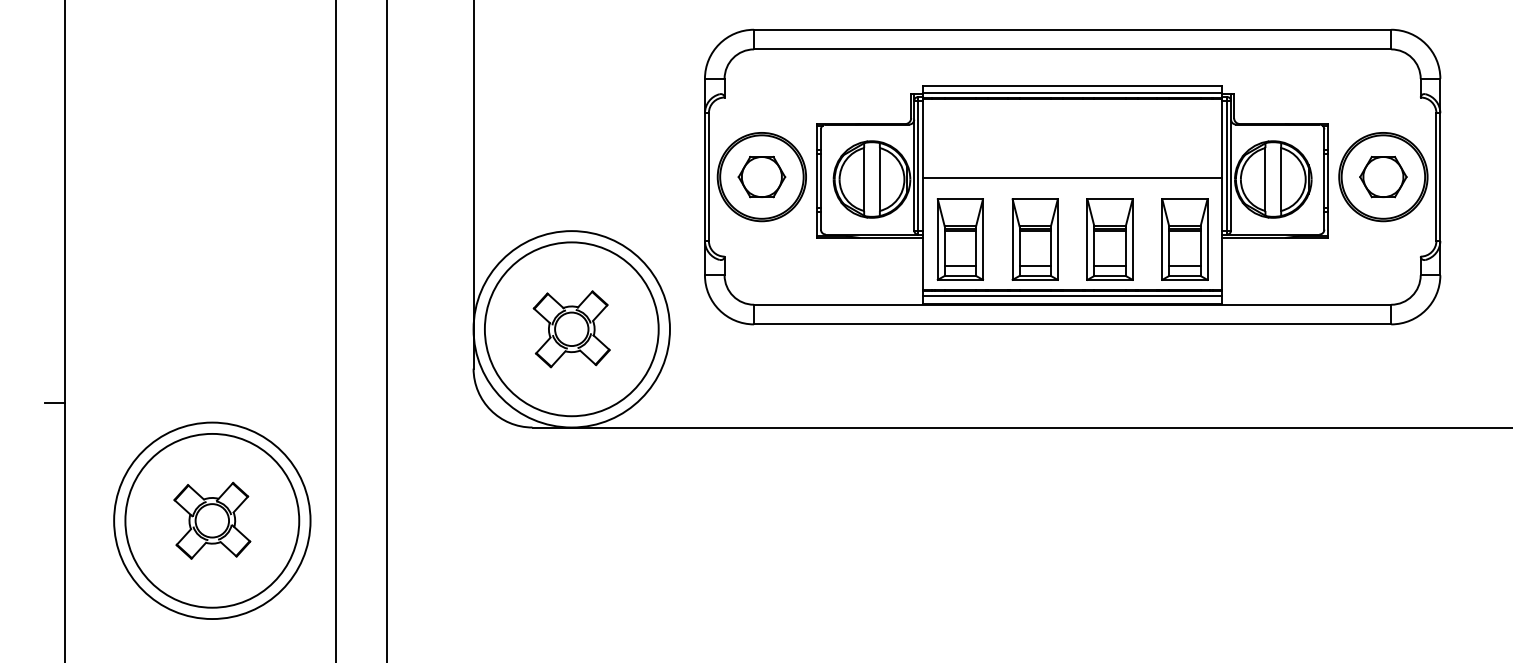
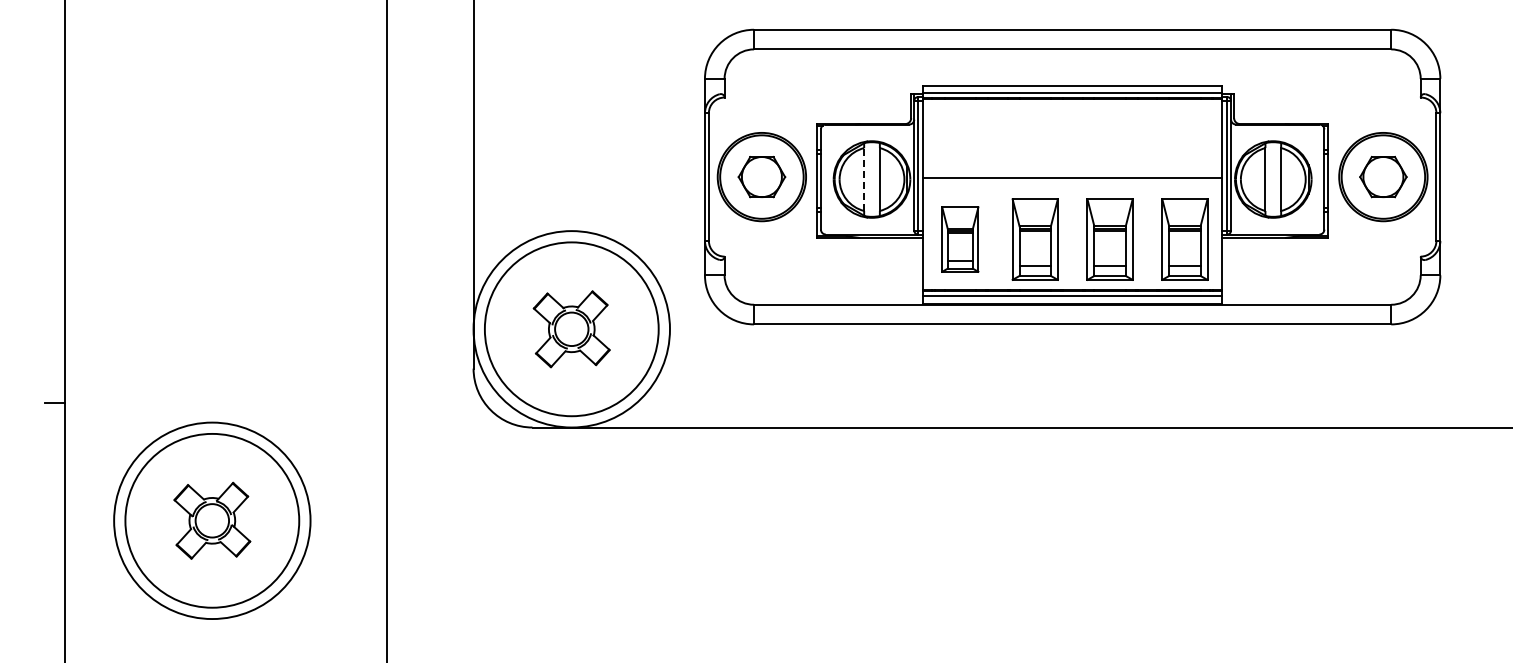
line at (864, 179): solid -> dashed
part at (959, 239) size: 48x83 px -> 39x67 px
line at (336, 330): present -> none
